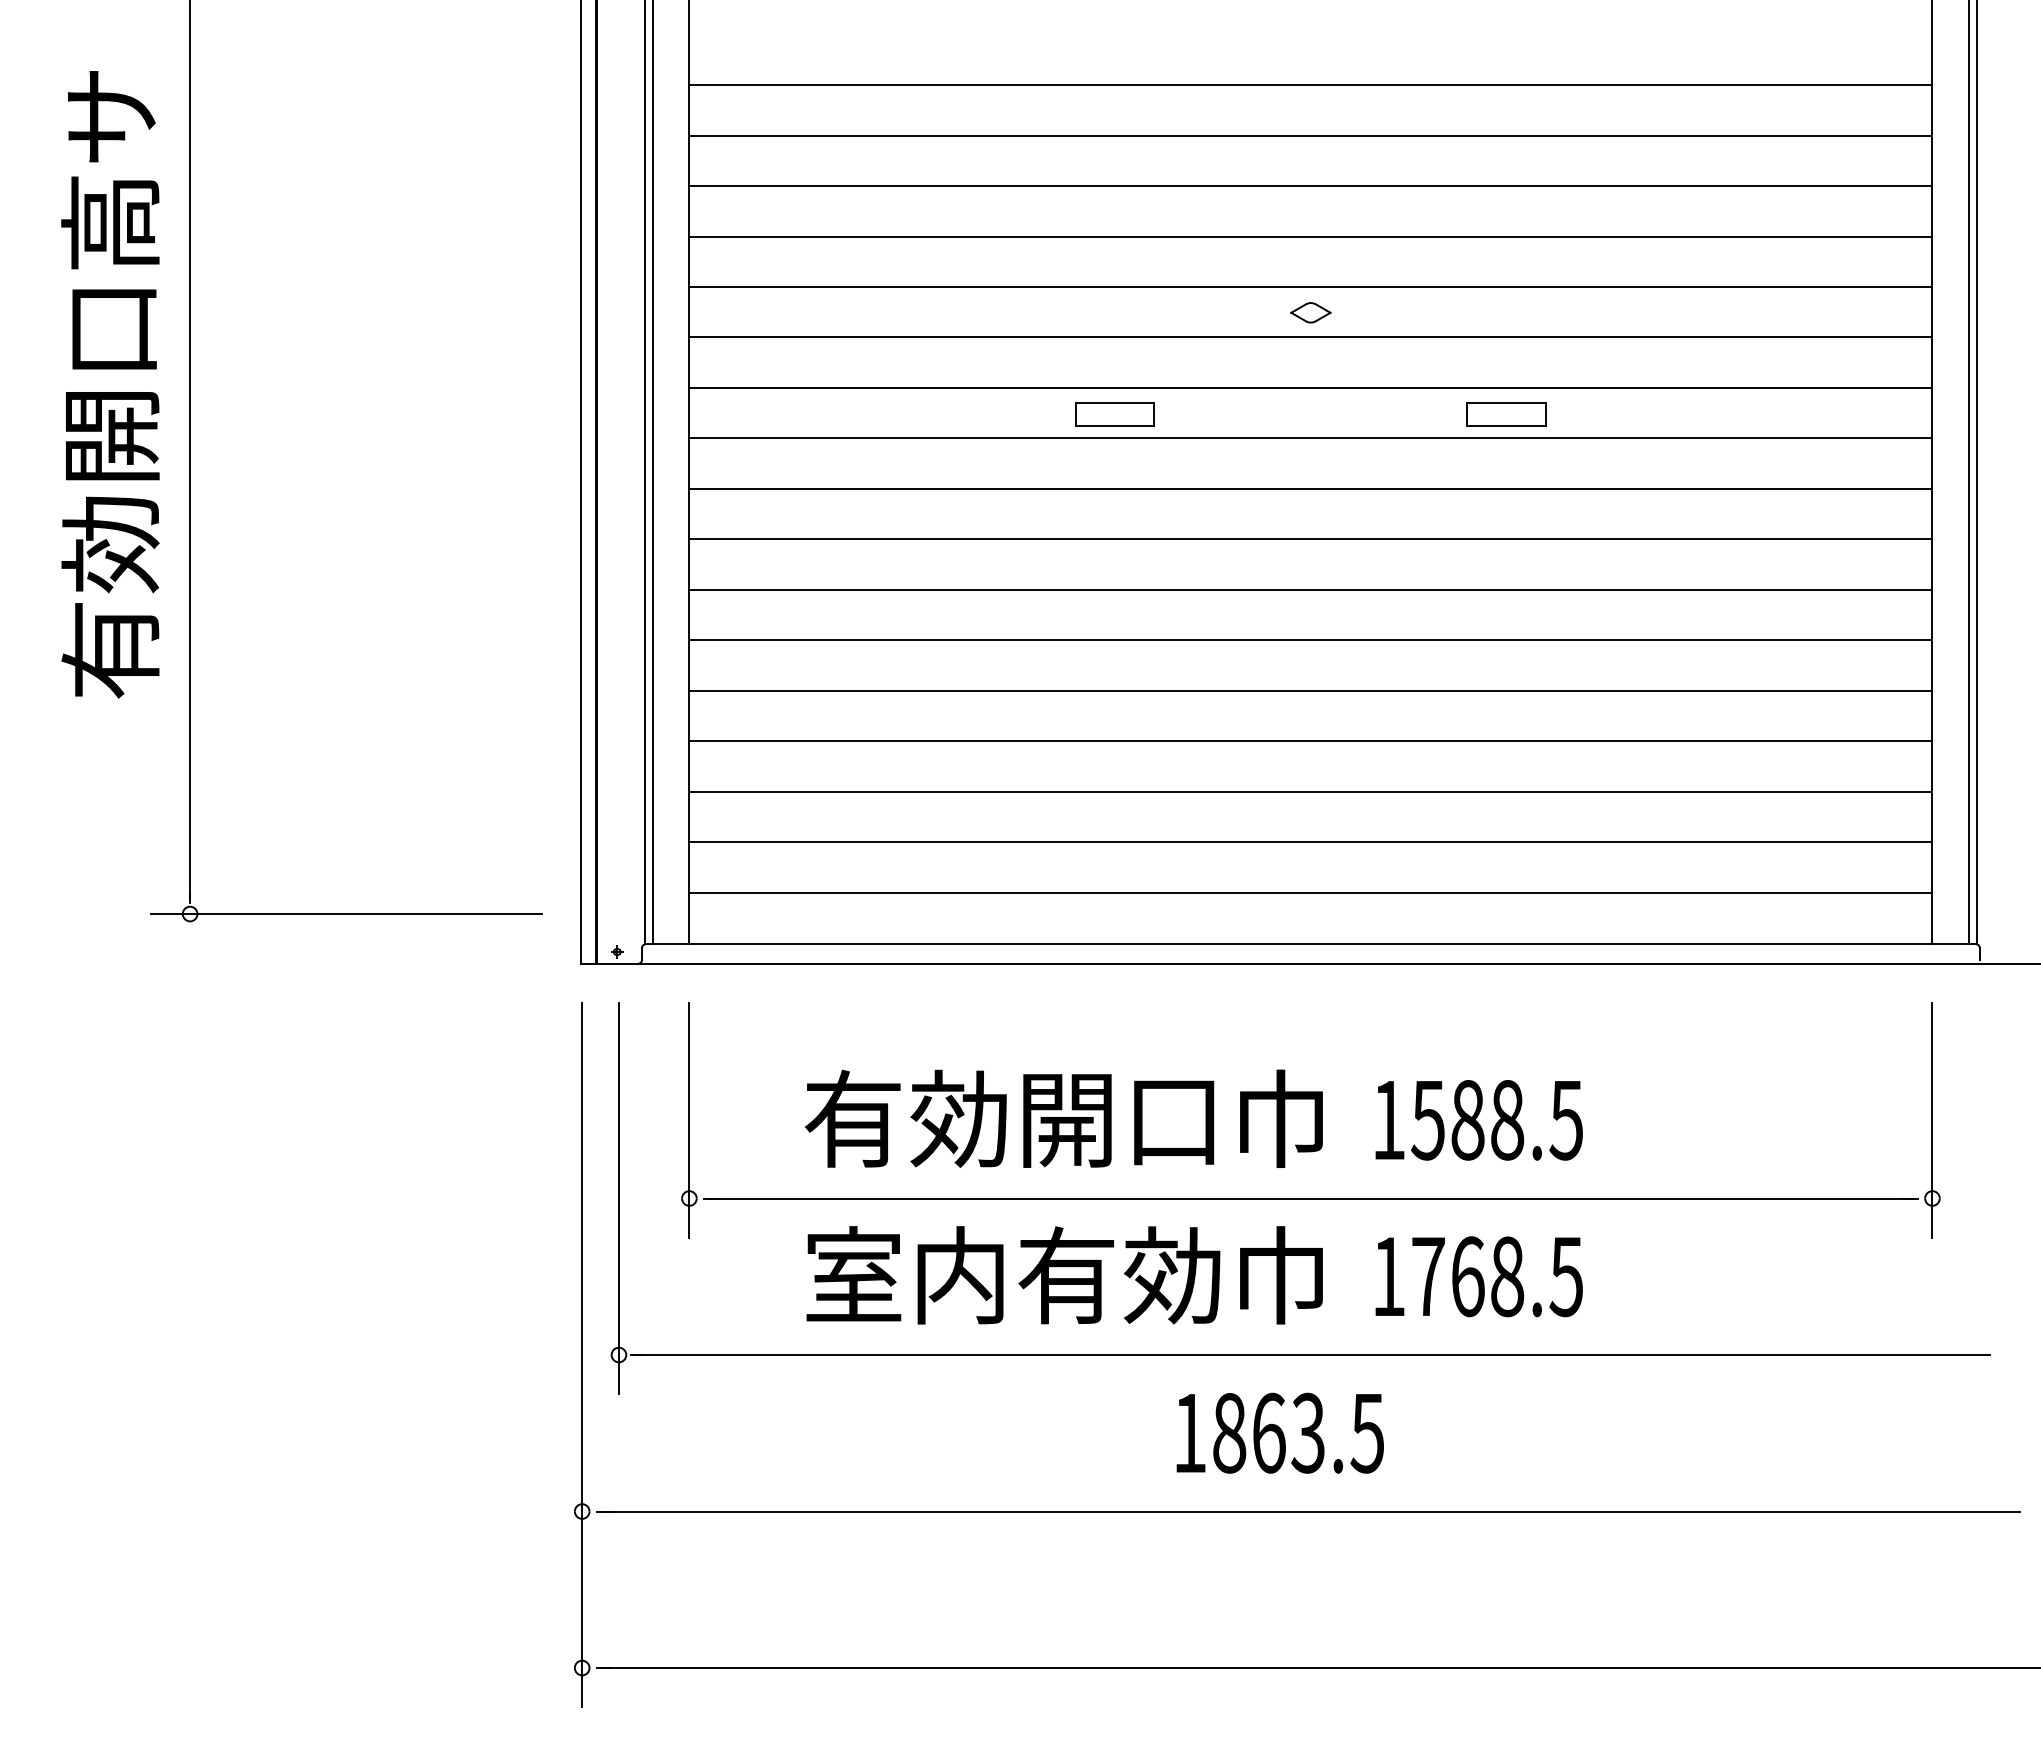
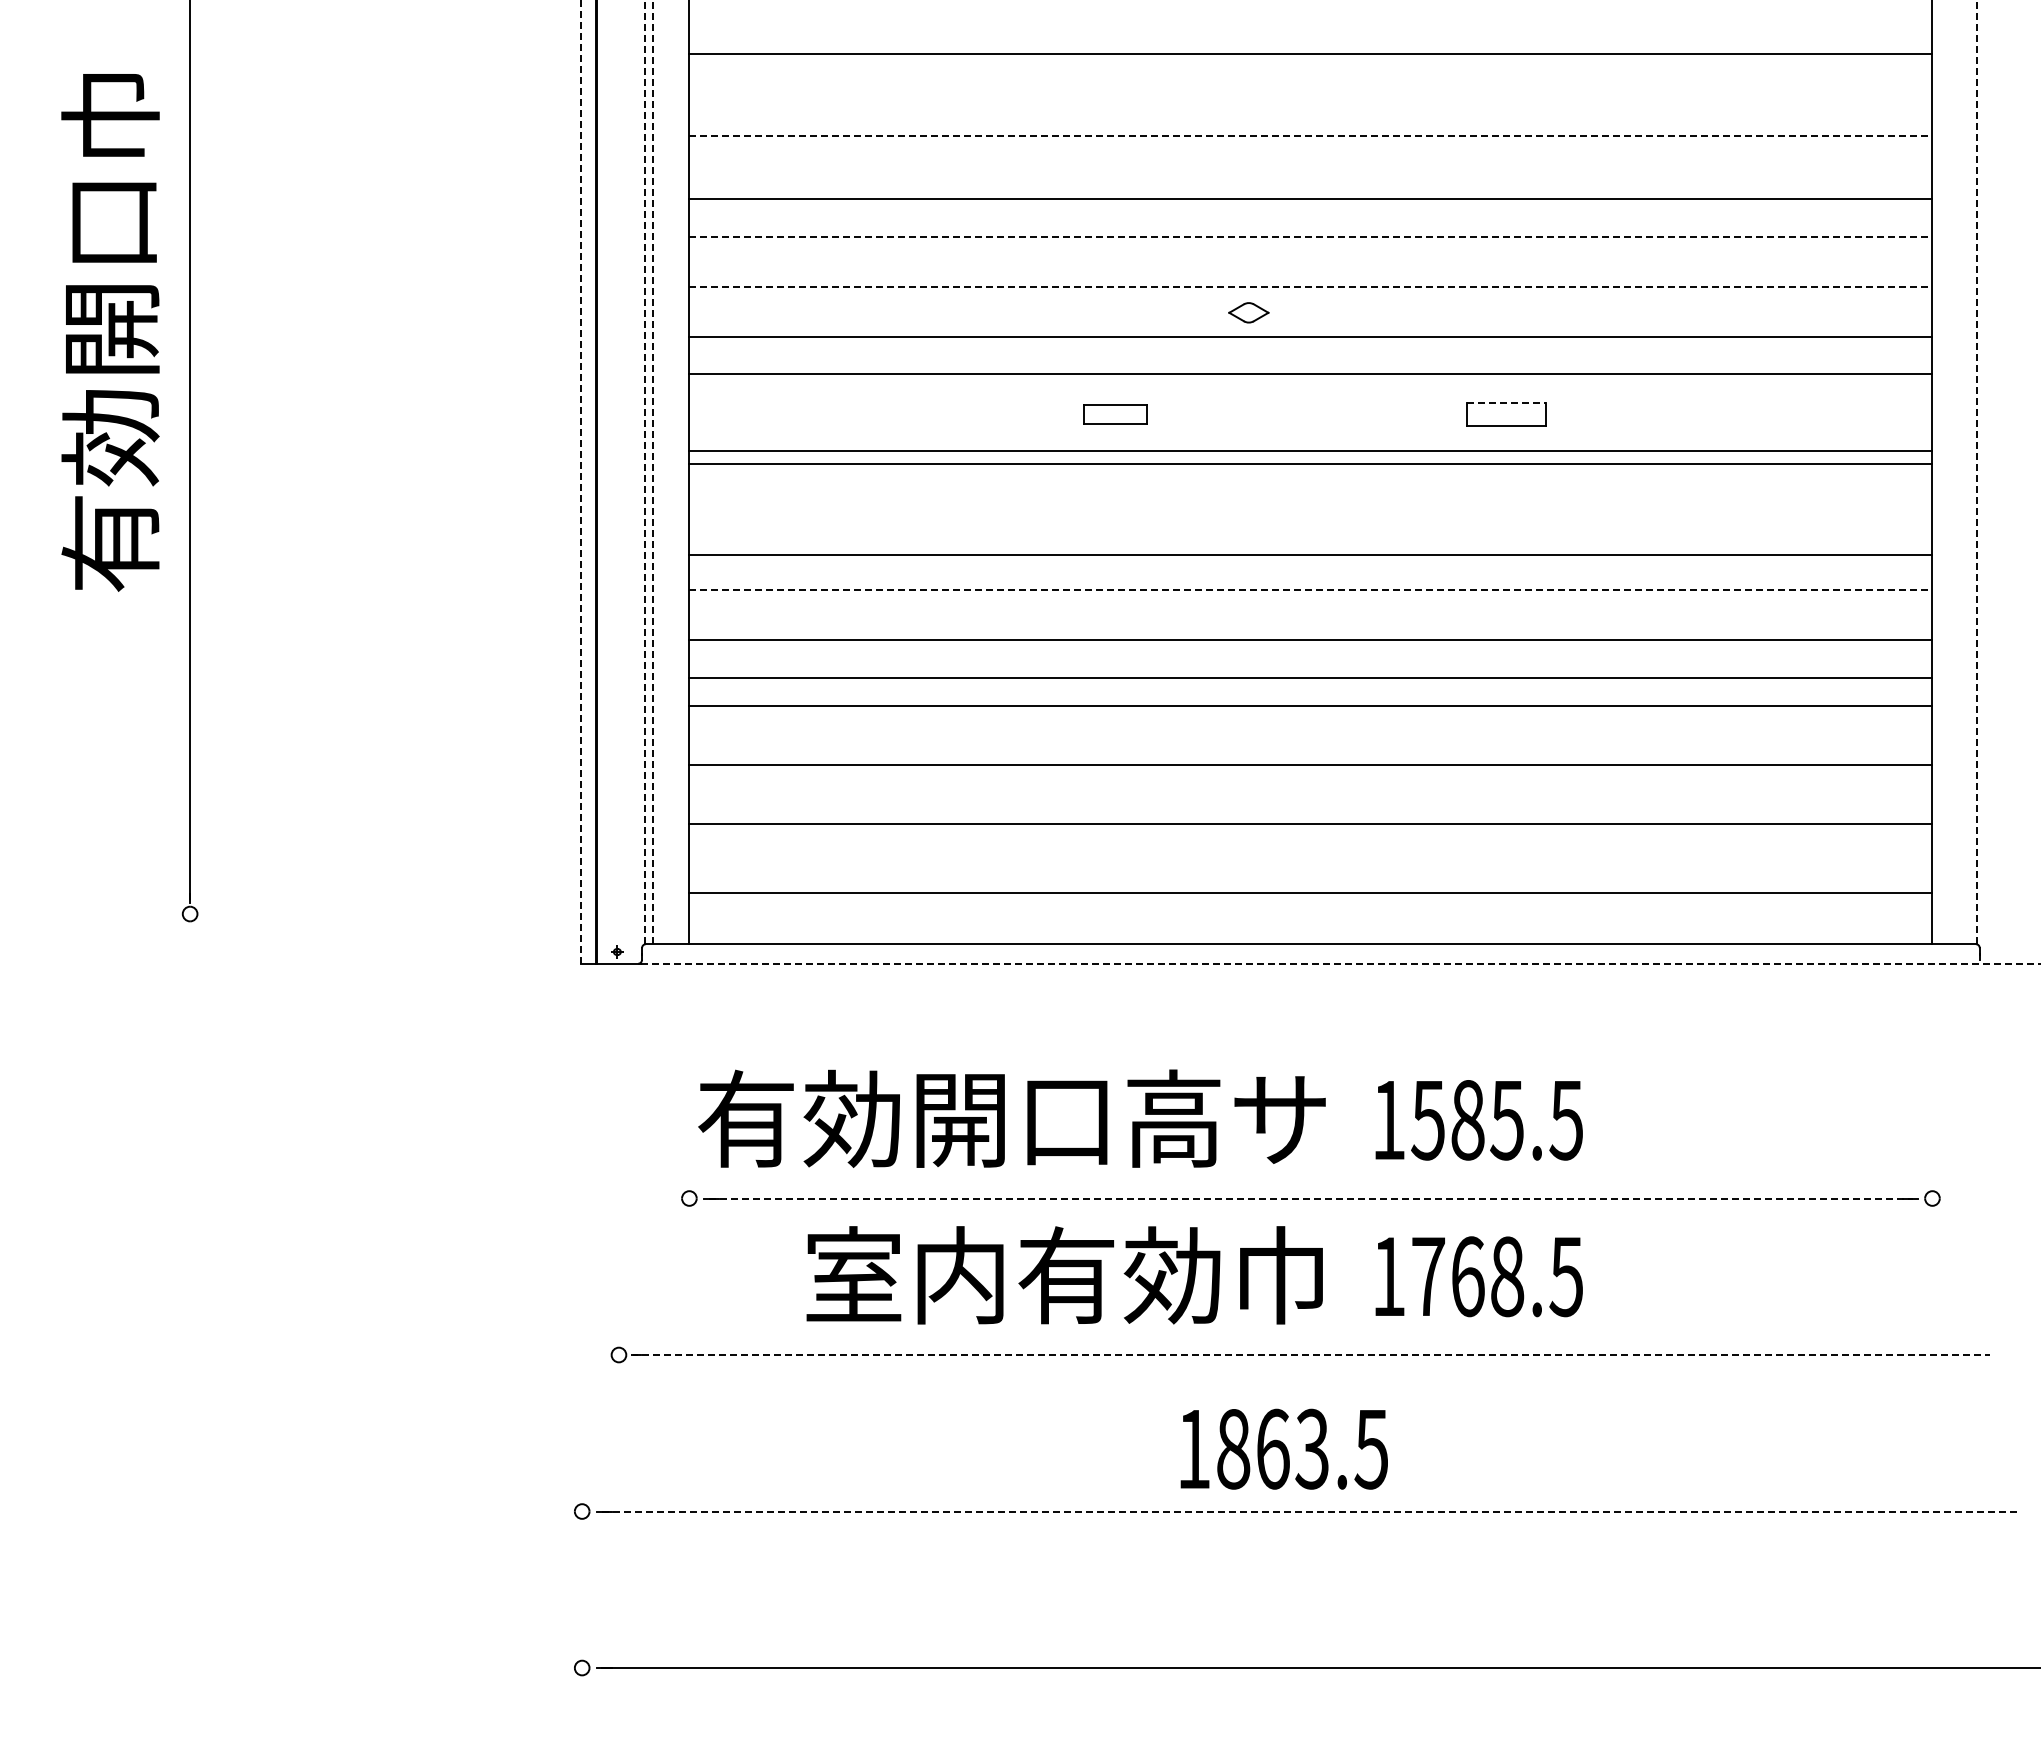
line at (1310, 85) position: (1310, 85) -> (1310, 54)
line at (1310, 135): solid -> dashed
line at (1310, 186) position: (1310, 186) -> (1310, 199)
line at (1310, 236): solid -> dashed
line at (1310, 287): solid -> dashed
part at (1310, 312) position: (1310, 312) -> (1248, 312)
text at (110, 384): 有効開口高サ -> 有効開口巾
line at (1310, 387) position: (1310, 387) -> (1310, 373)
line at (1507, 402): solid -> dashed
part at (1114, 414) size: 80x25 px -> 65x21 px
line at (1310, 438) position: (1310, 438) -> (1310, 451)
line at (644, 472): solid -> dashed
line at (652, 472): solid -> dashed
line at (1977, 472): solid -> dashed
line at (1969, 473): present -> none
line at (581, 481): solid -> dashed
line at (1310, 488) position: (1310, 488) -> (1310, 463)
line at (1310, 539) position: (1310, 539) -> (1310, 555)
line at (1310, 589): solid -> dashed
line at (1310, 690) position: (1310, 690) -> (1310, 677)
line at (1310, 741) position: (1310, 741) -> (1310, 706)
line at (1310, 791) position: (1310, 791) -> (1310, 764)
line at (1310, 842) position: (1310, 842) -> (1310, 824)
line at (346, 914): present -> none
line at (1340, 963): solid -> dashed
text at (1011, 1118): 有効開口巾 -> 有効開口高サ
line at (689, 1119): present -> none
line at (1932, 1119): present -> none
text at (1507, 1120): 1588.5 -> 1585.5
line at (618, 1198): present -> none
line at (1310, 1198): solid -> dashed
line at (582, 1354): present -> none
line at (1311, 1355): solid -> dashed
text at (1279, 1432) position: (1279, 1432) -> (1283, 1448)
line at (1311, 1511): solid -> dashed
